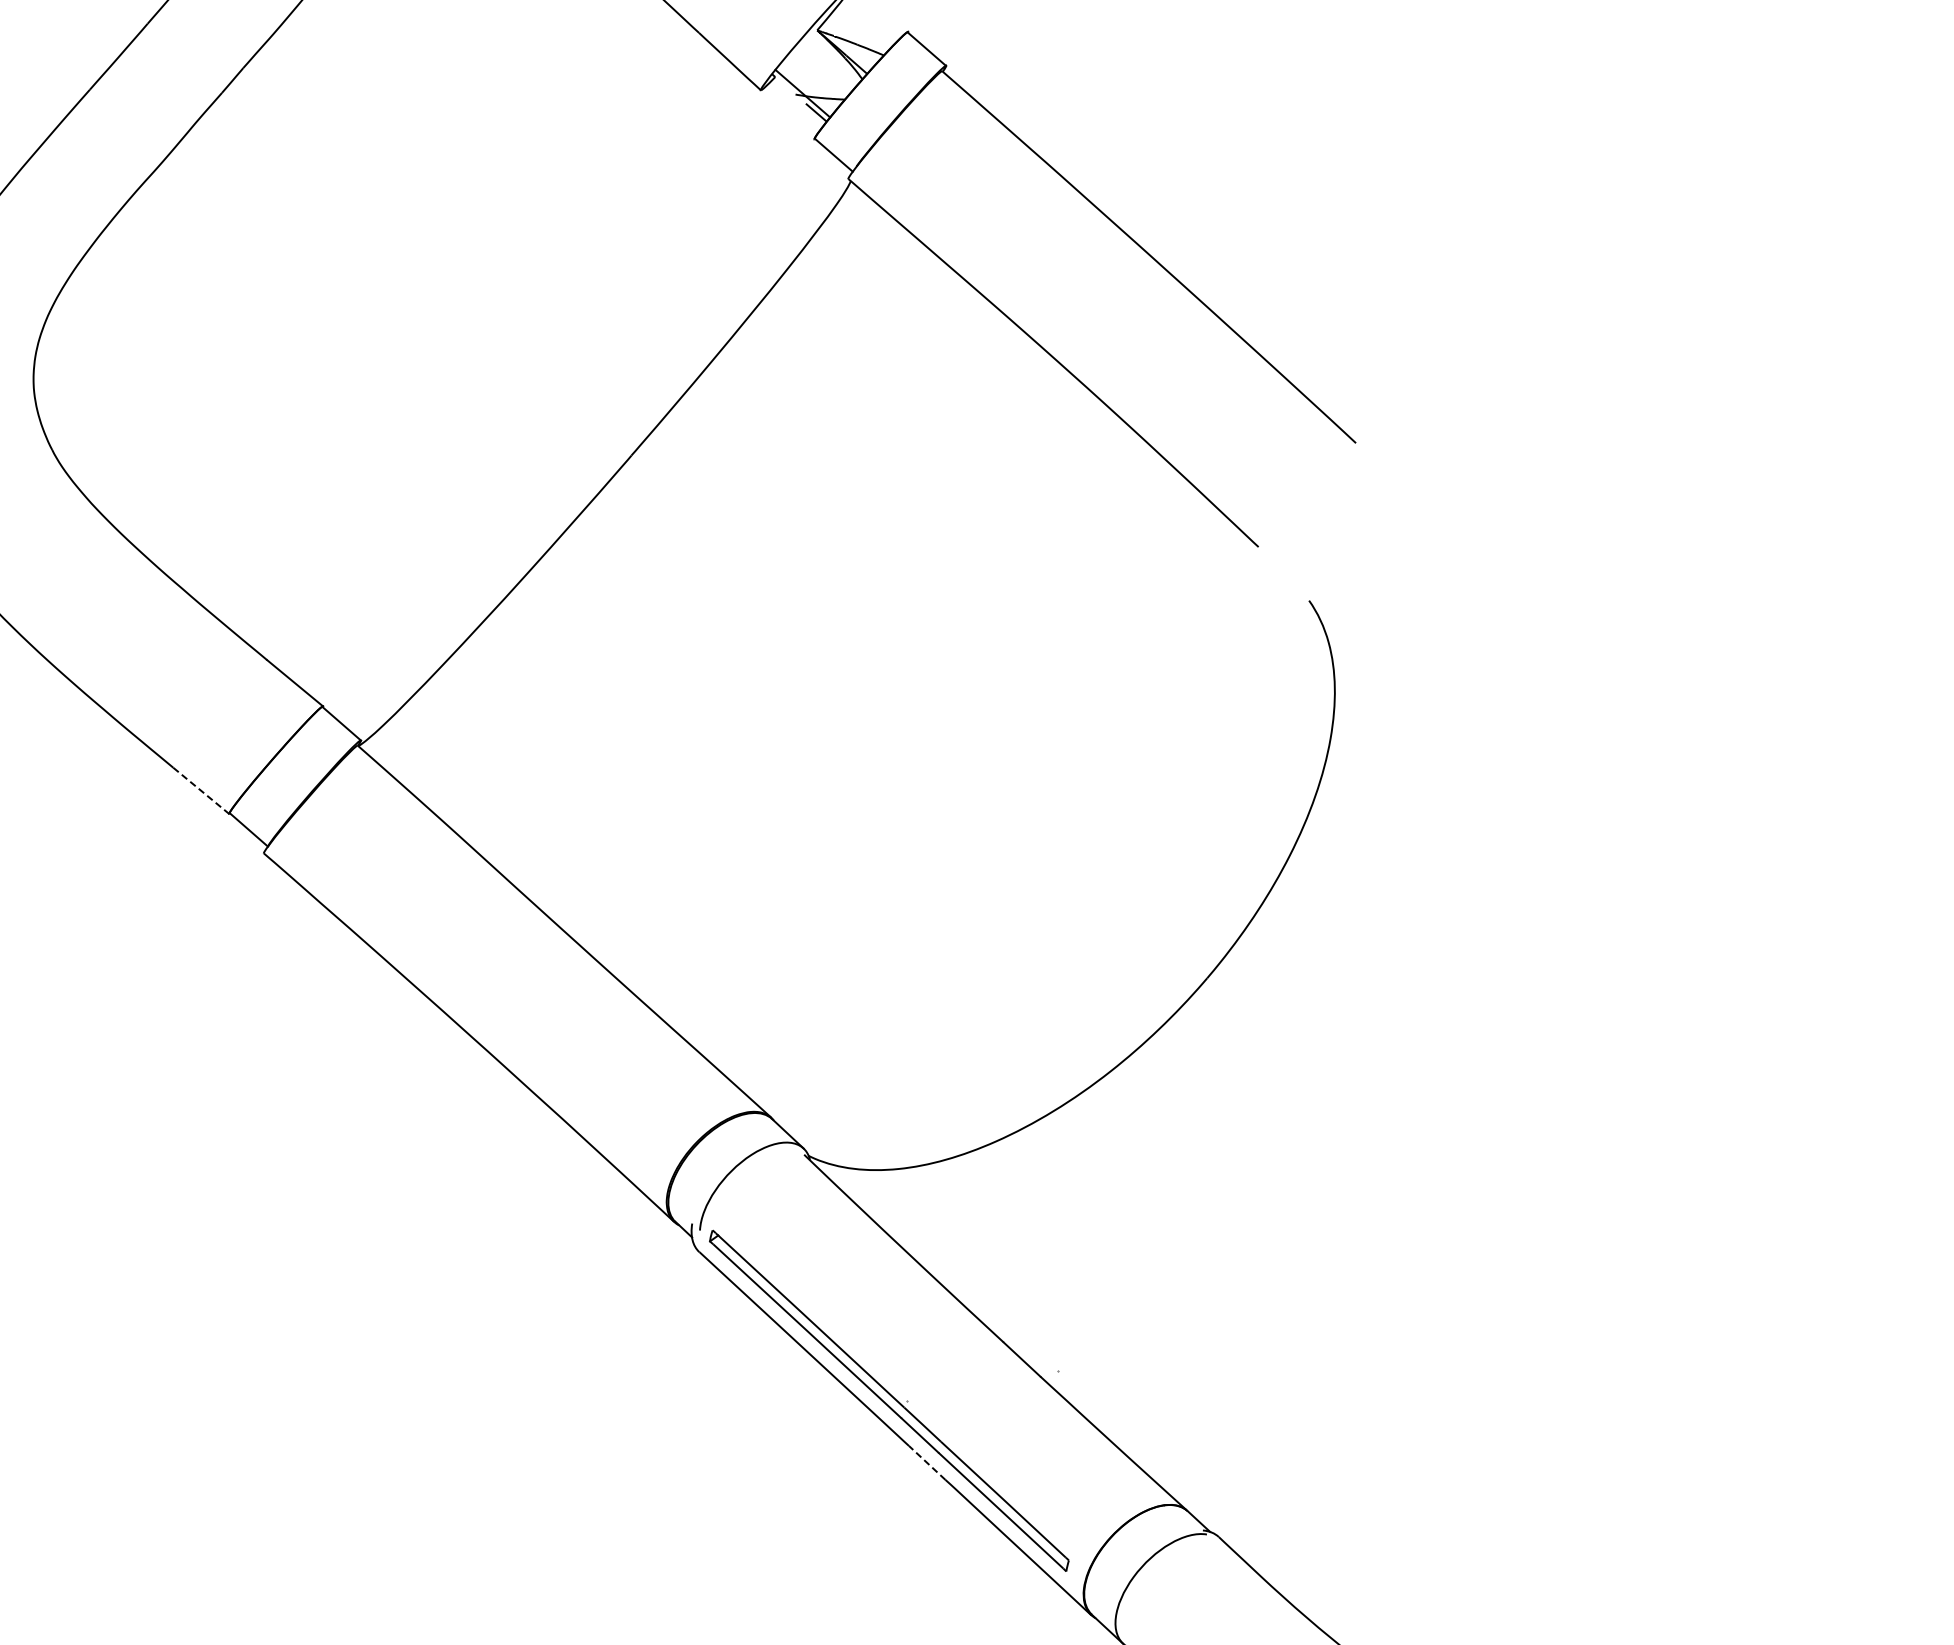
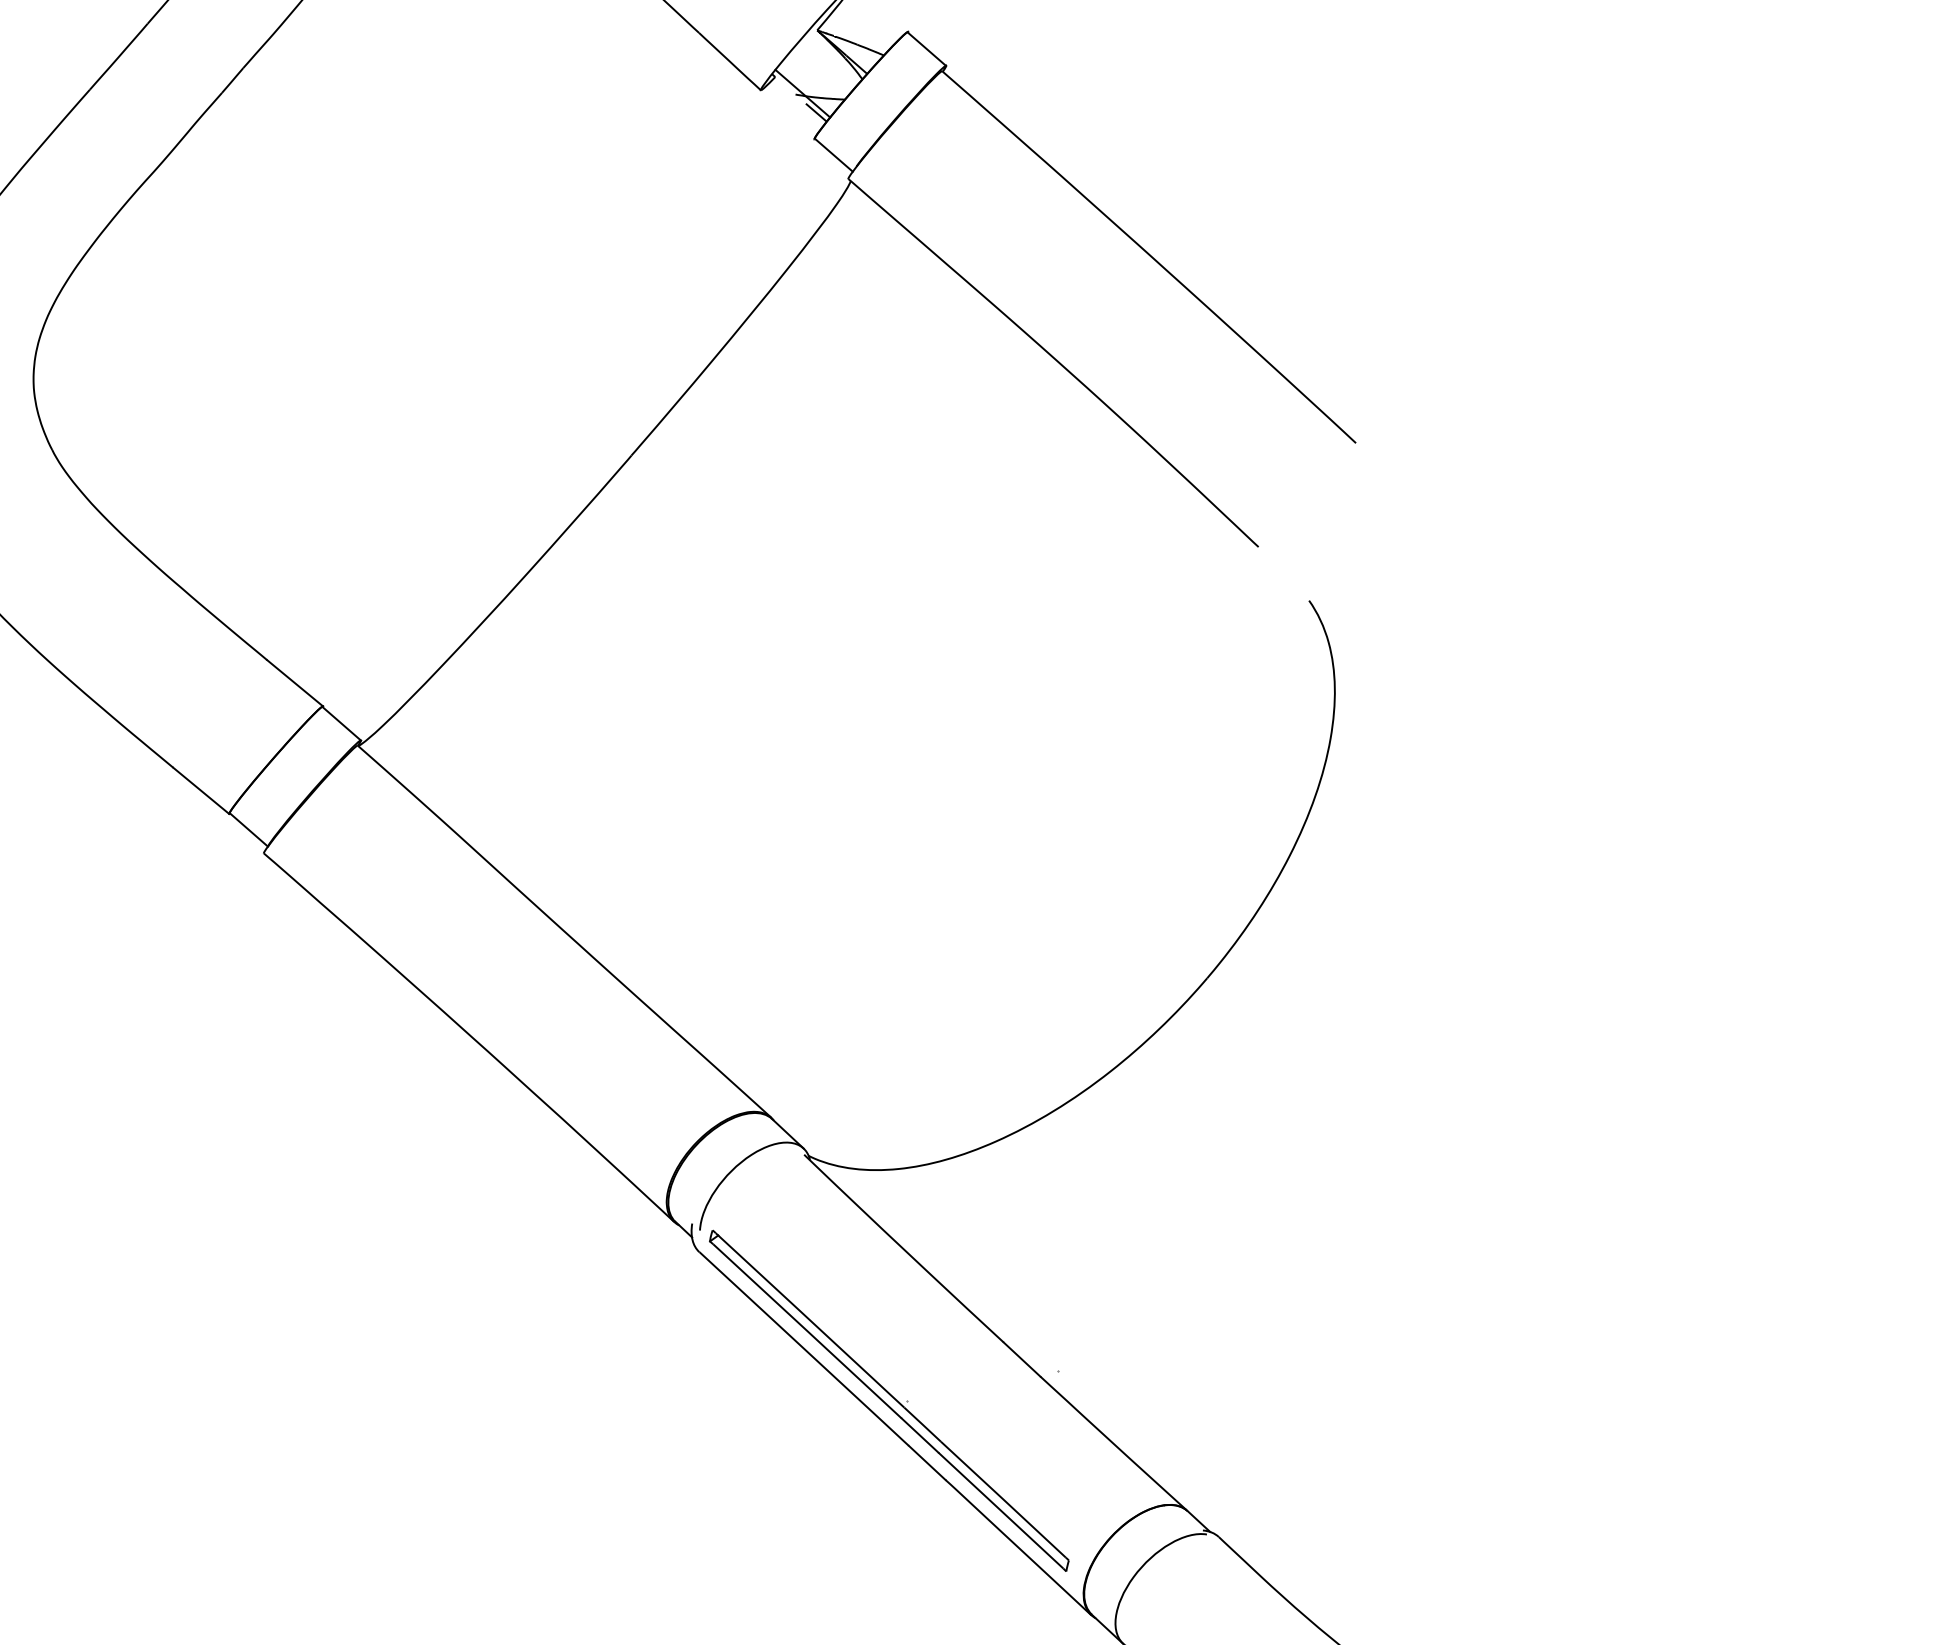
line at (201, 791): dashed -> solid
line at (927, 1462): dashed -> solid
